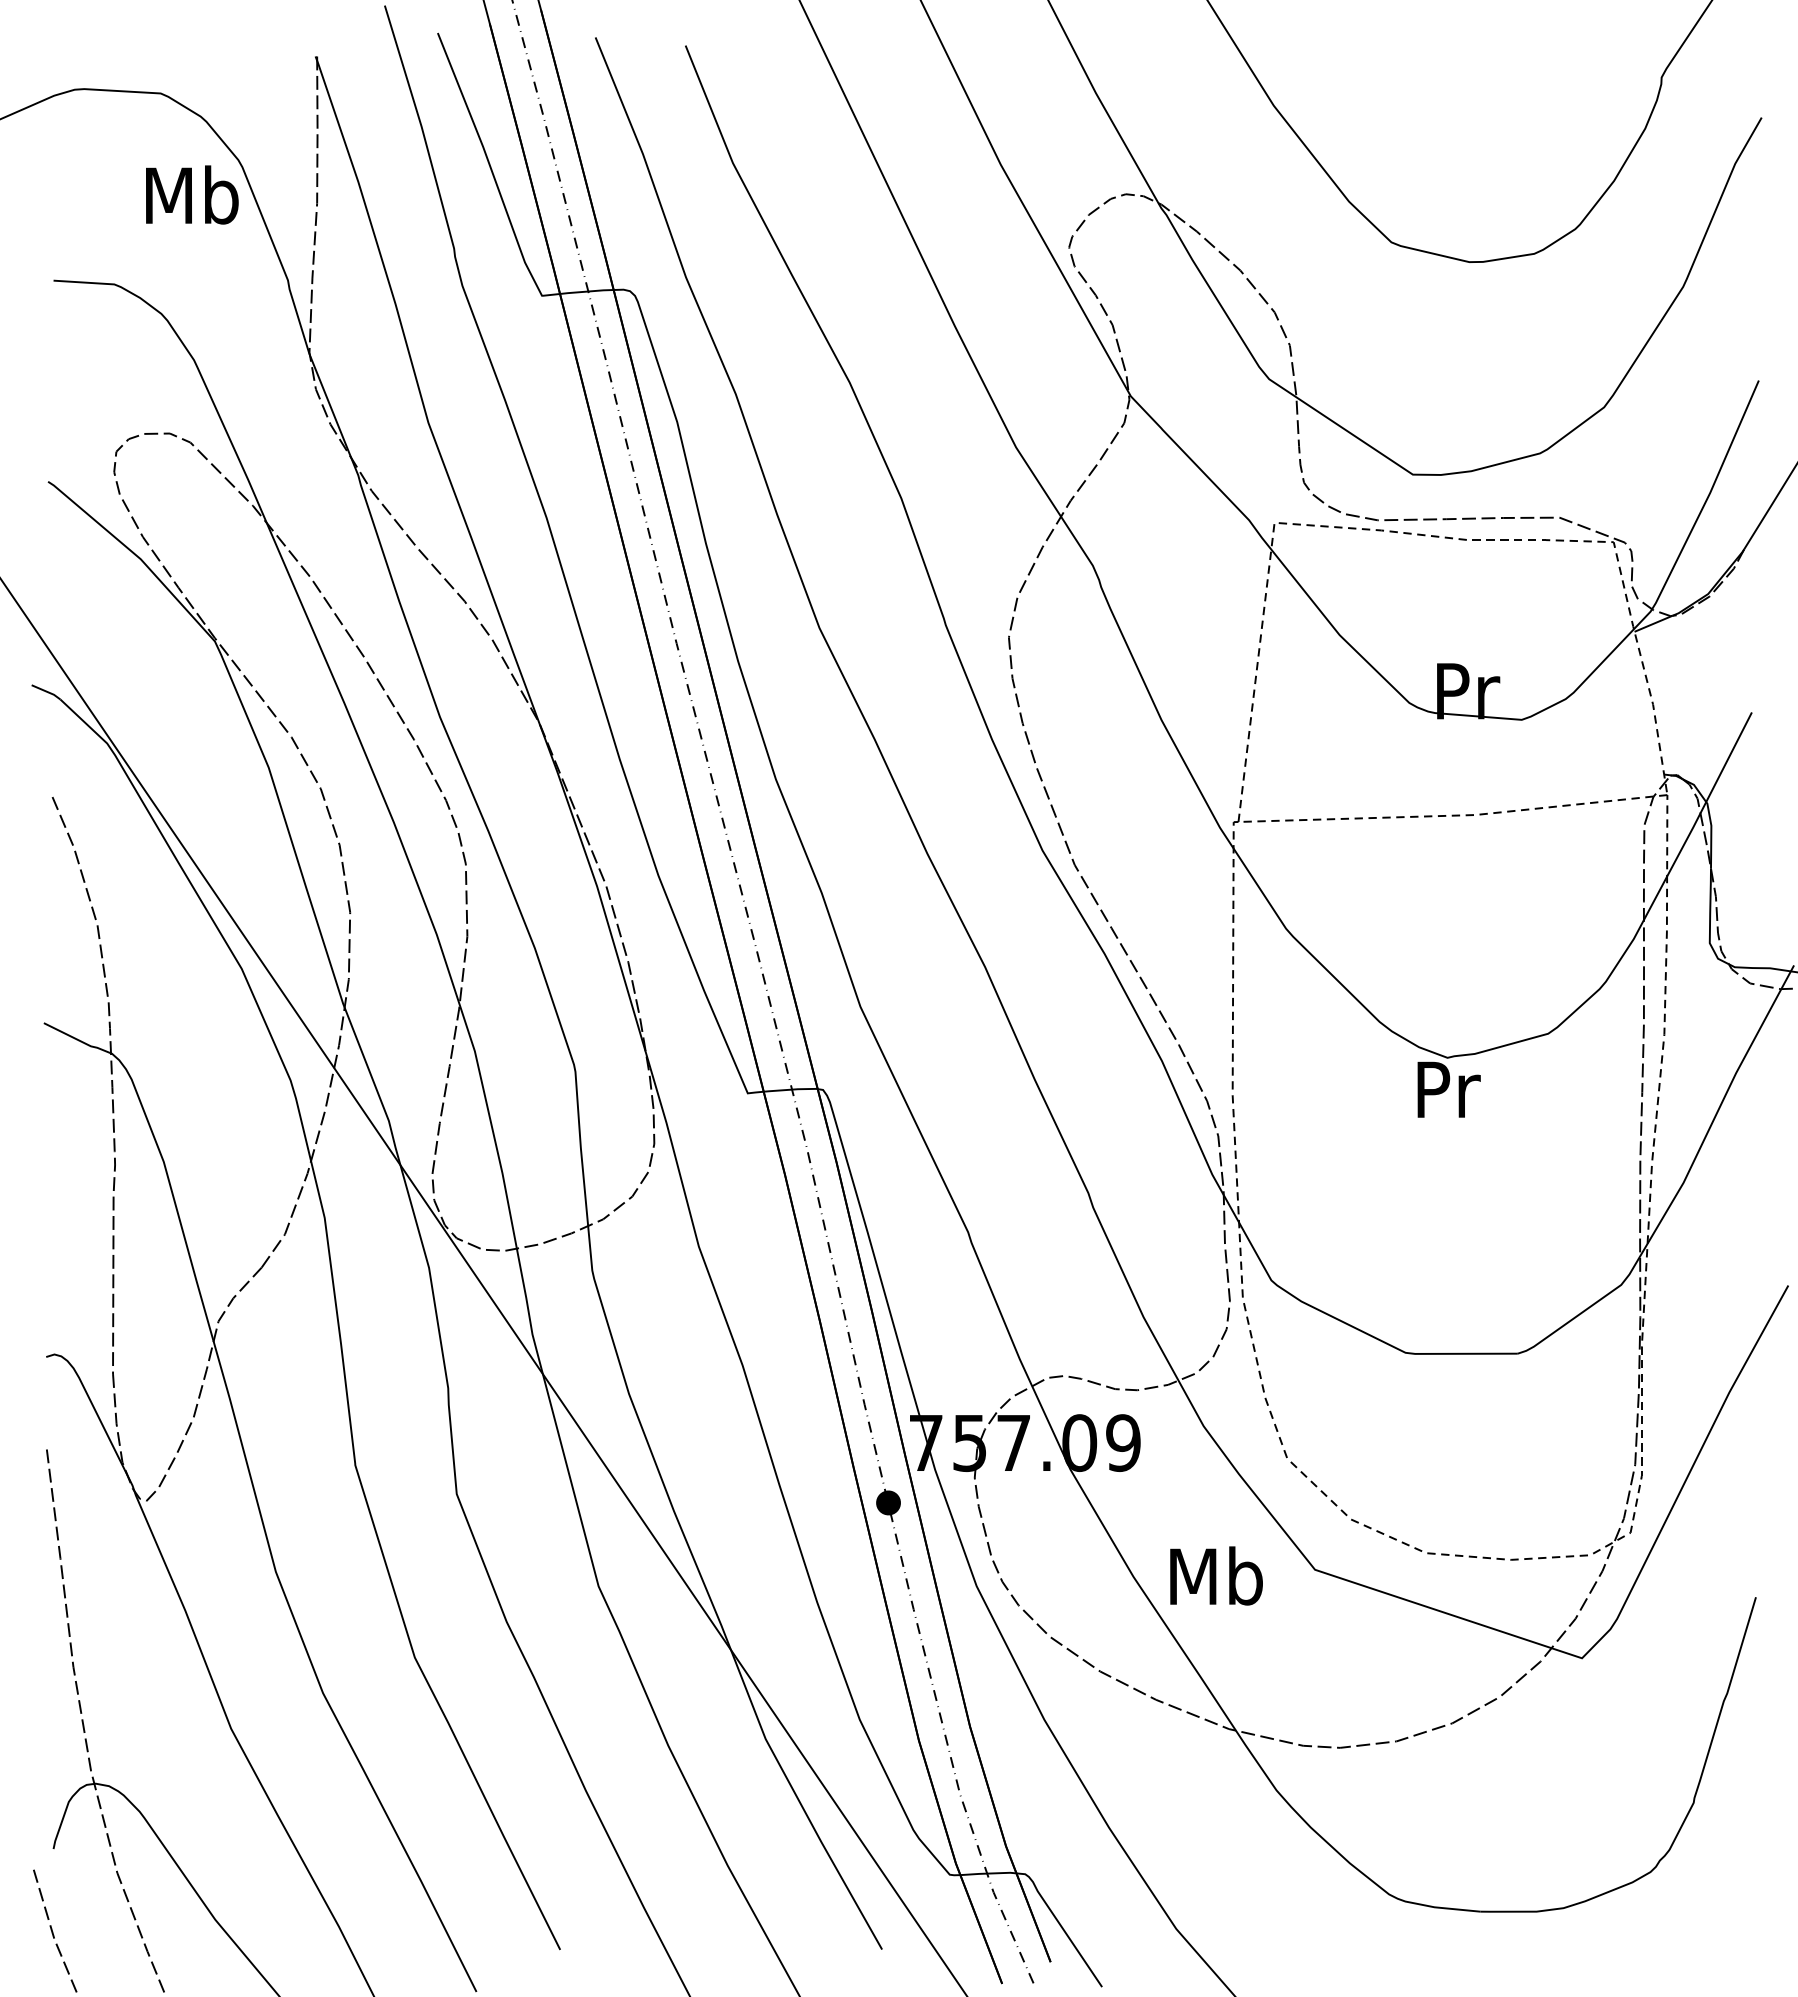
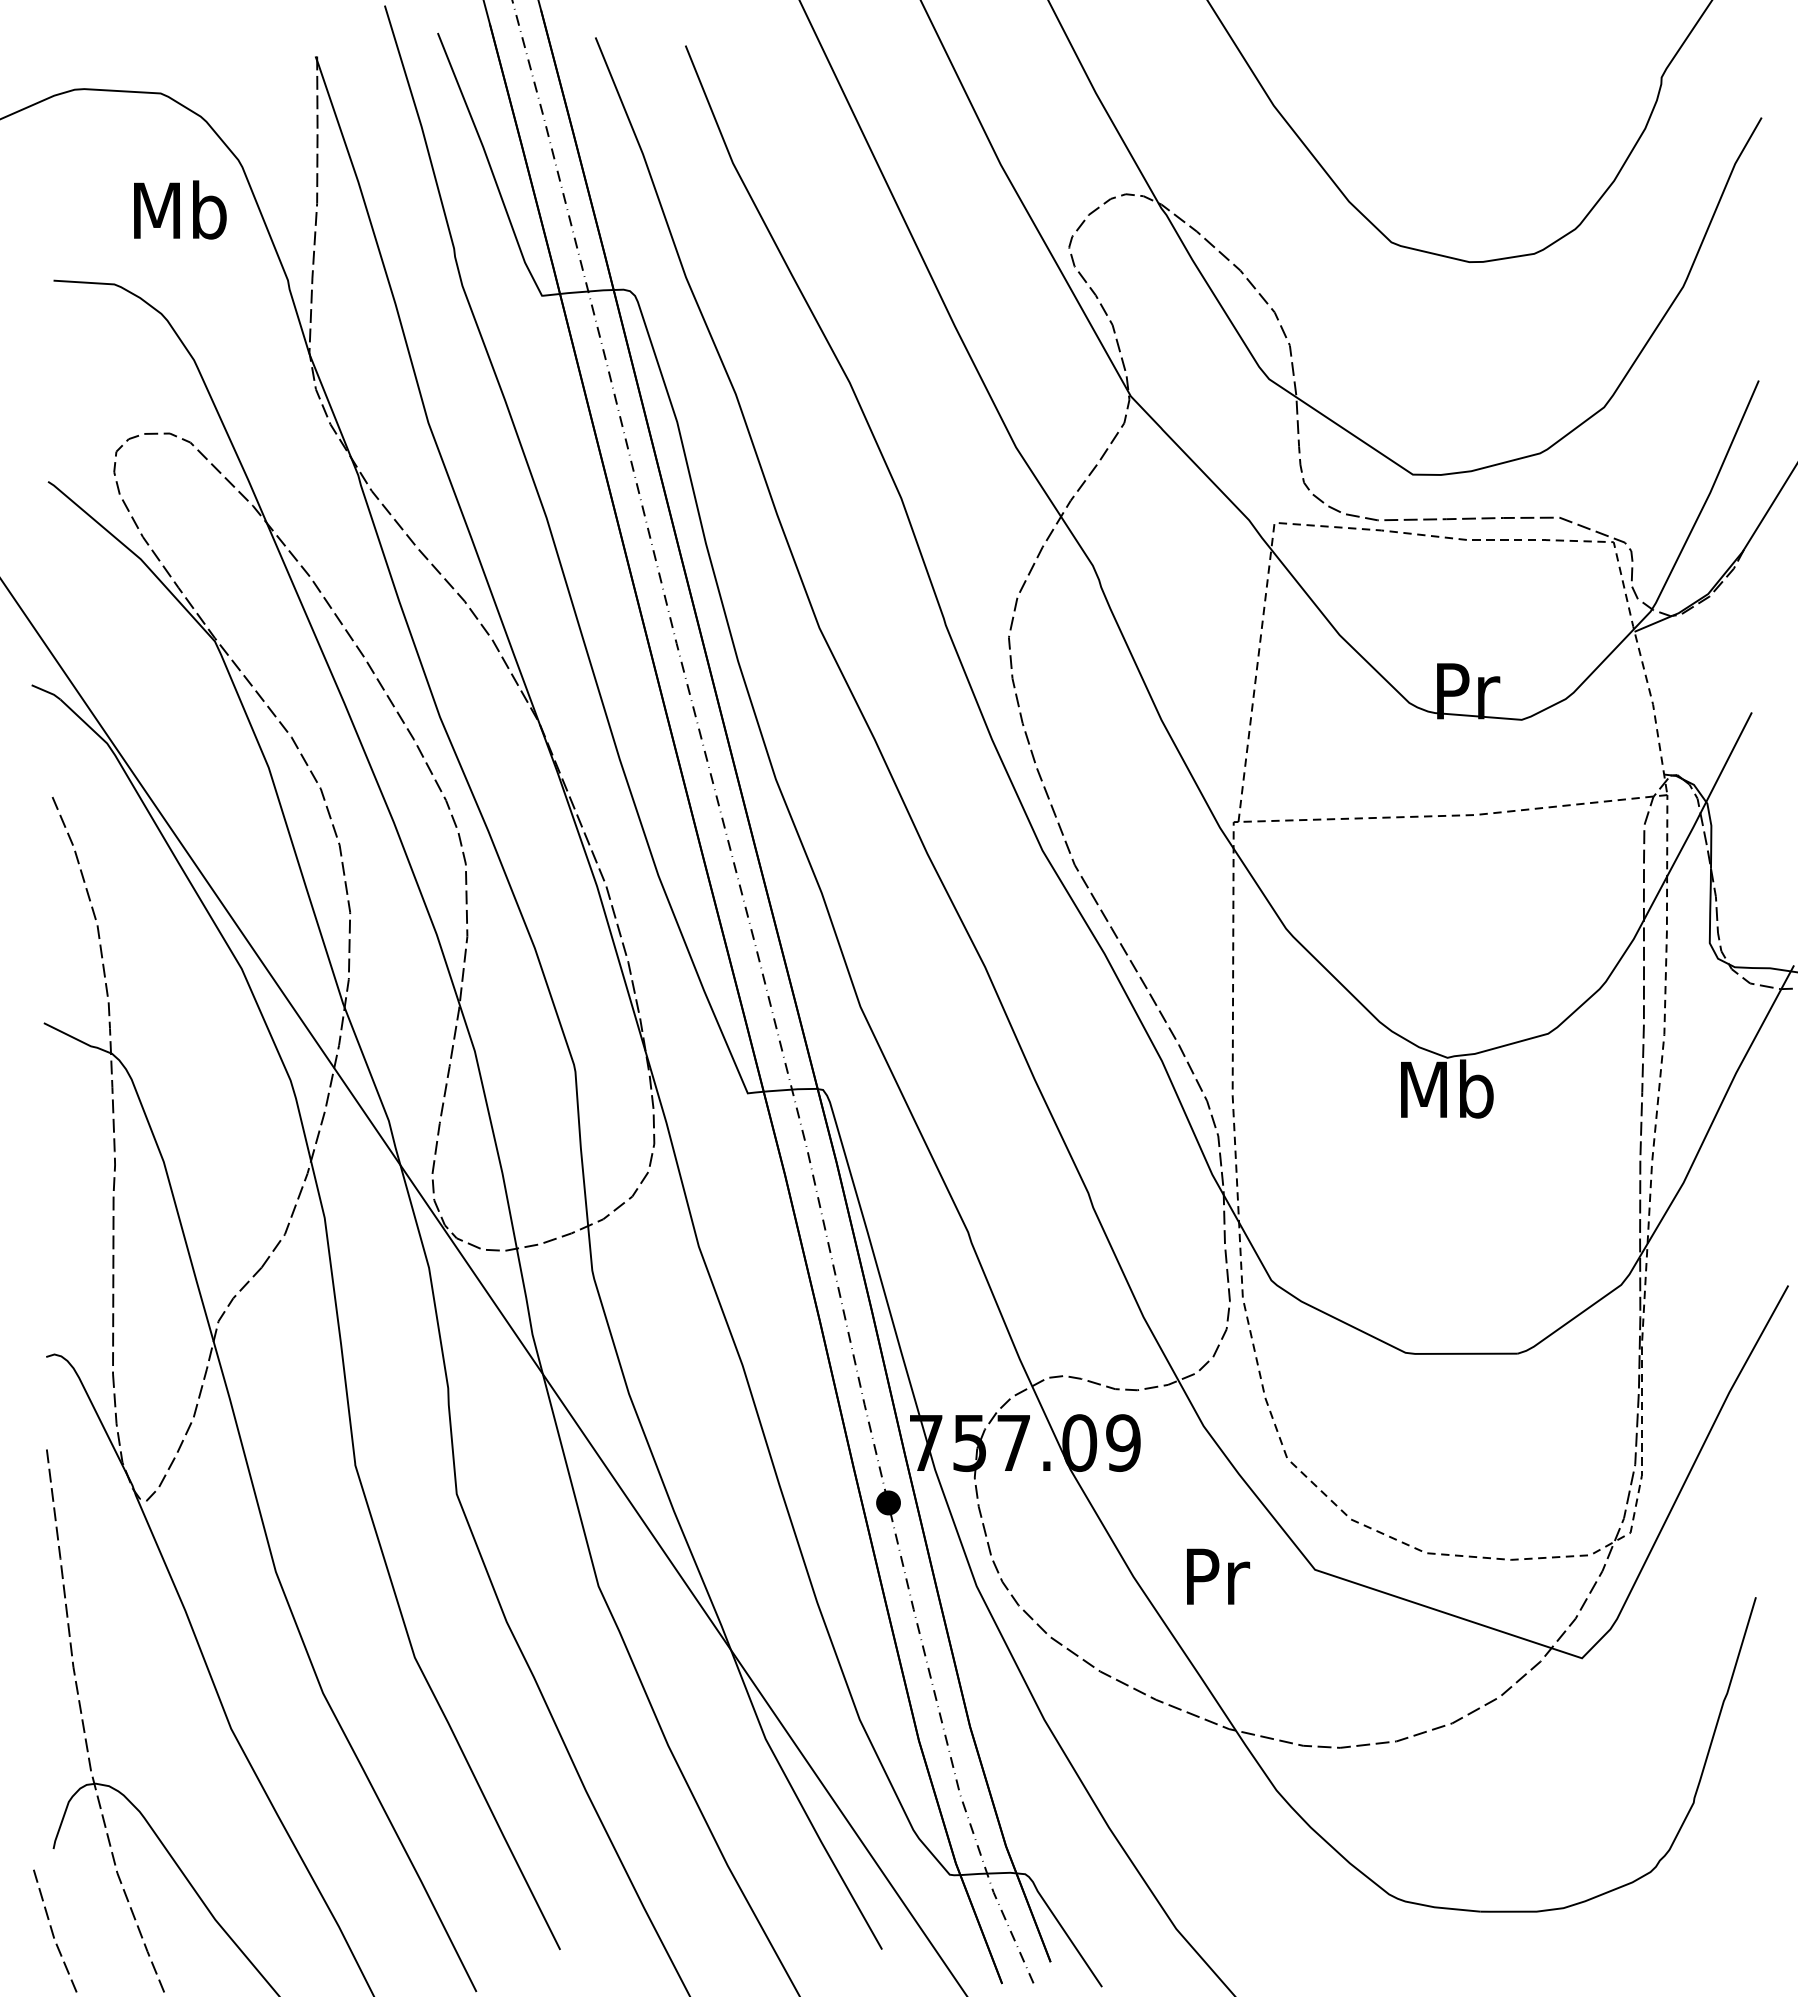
text at (192, 194) position: (192, 194) -> (180, 209)
text at (1447, 1088): Pr -> Mb
text at (1216, 1575): Mb -> Pr
